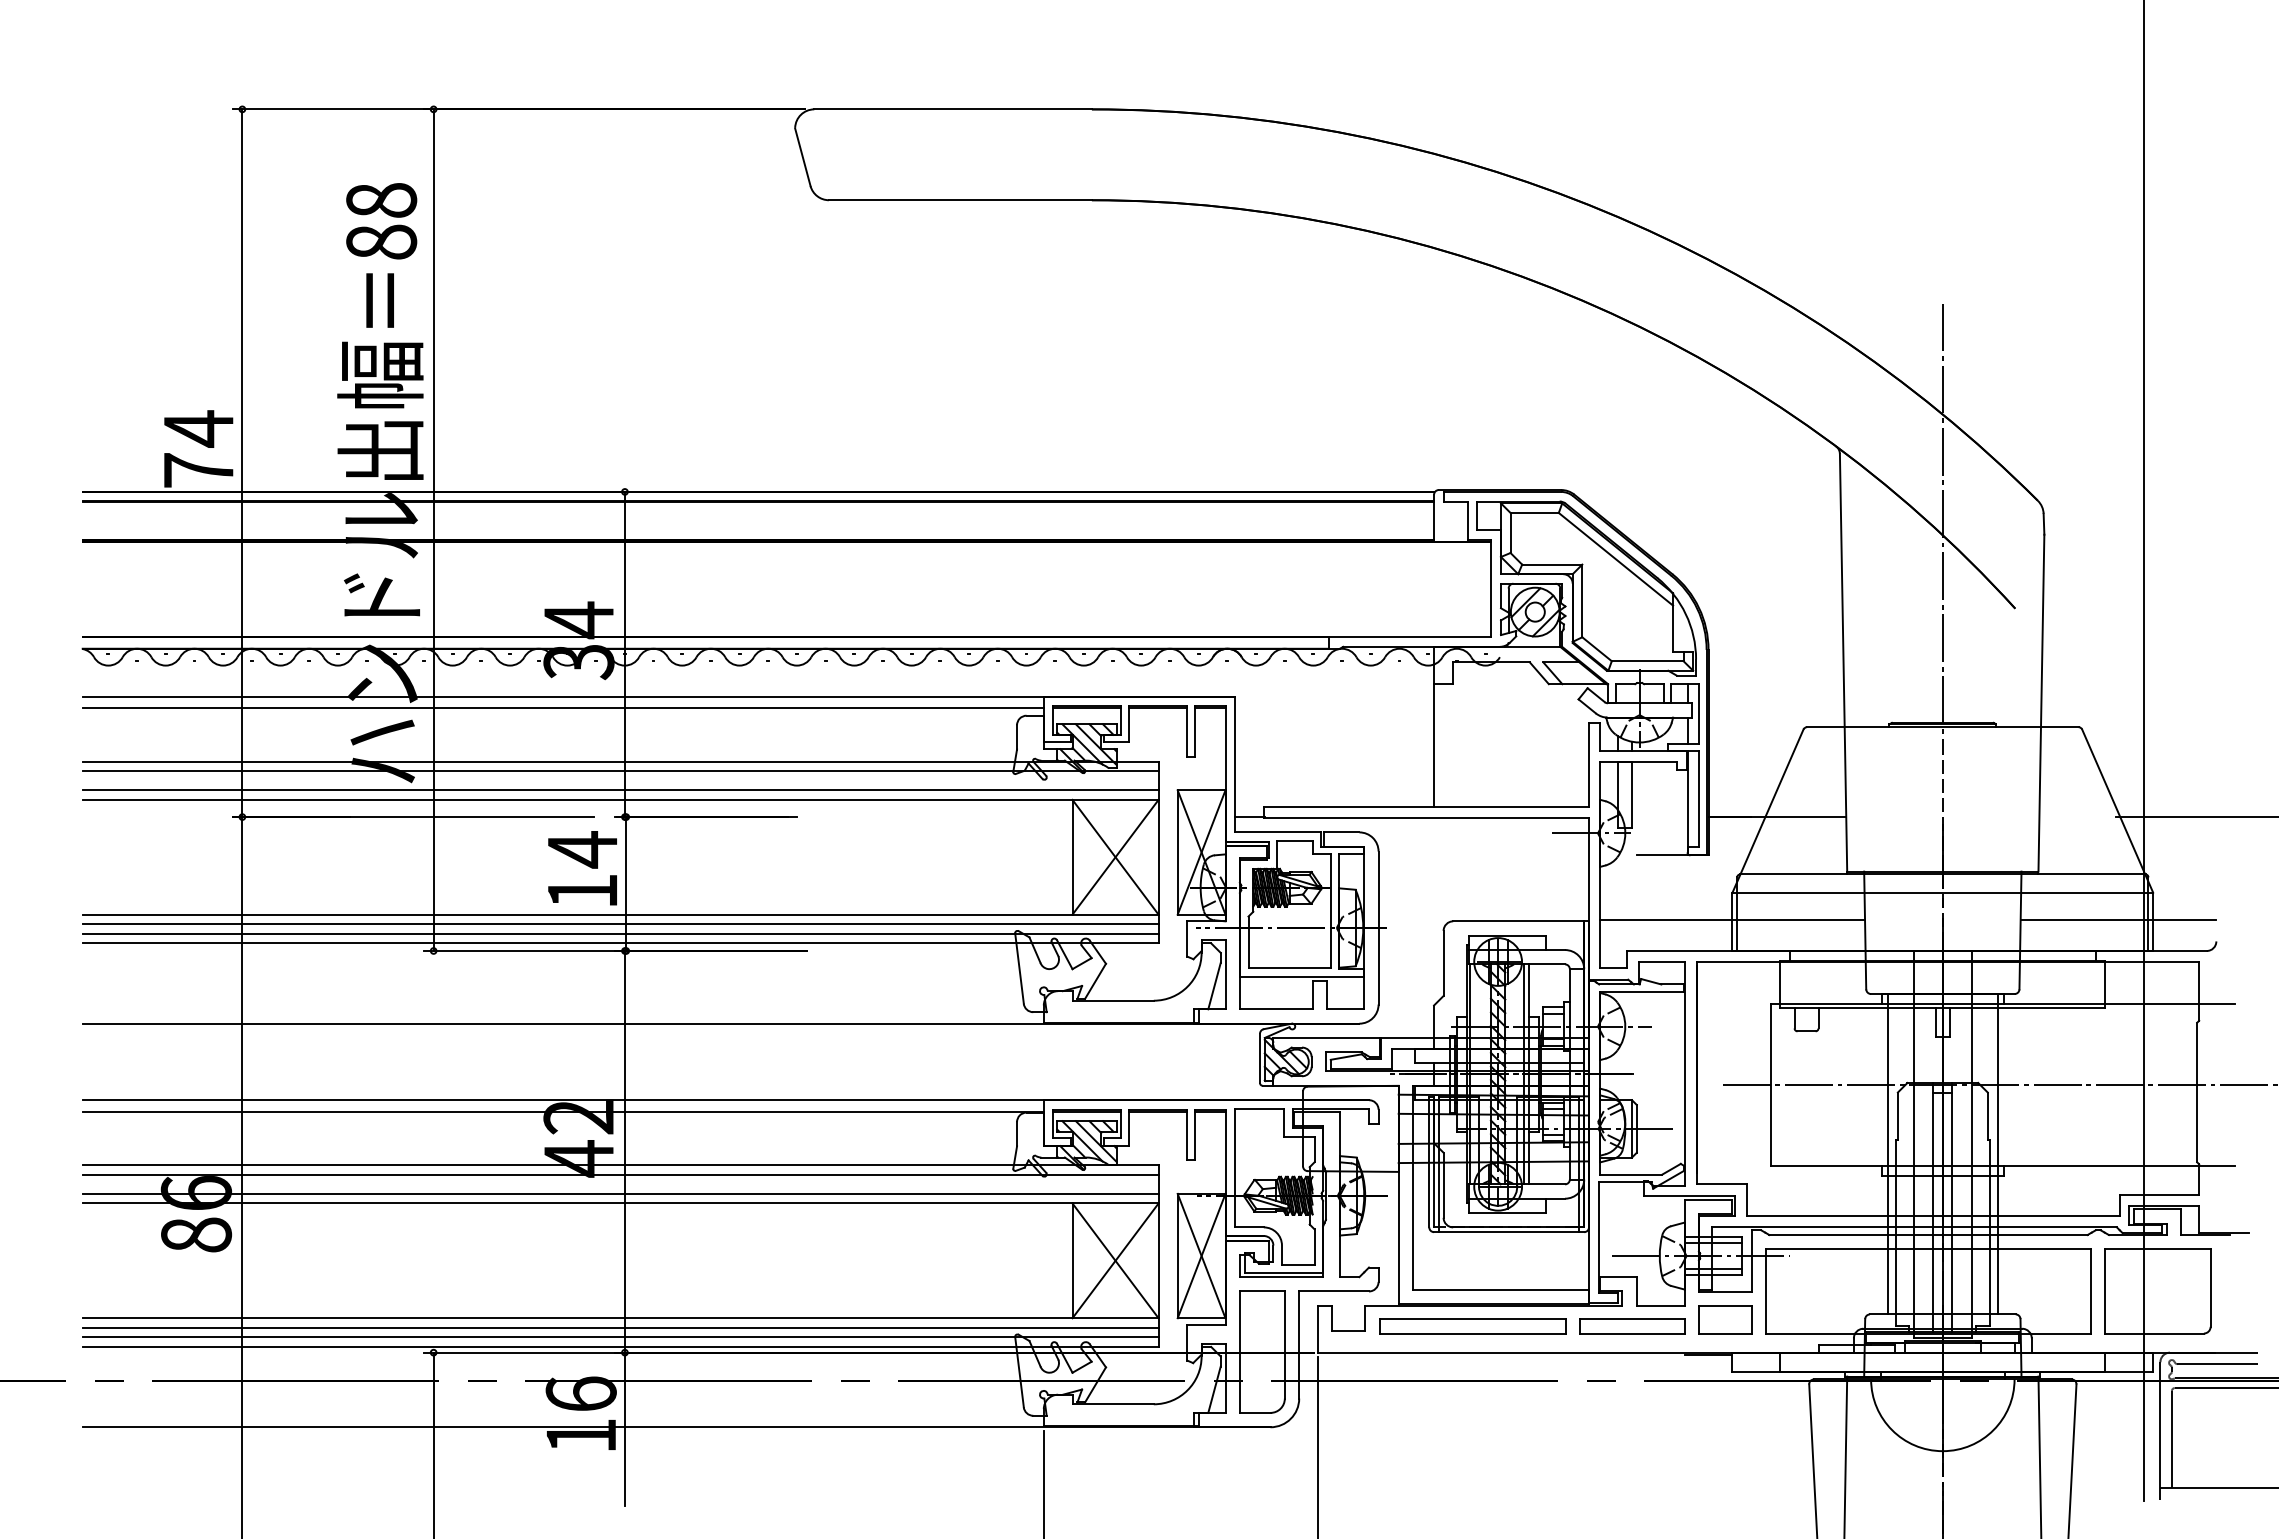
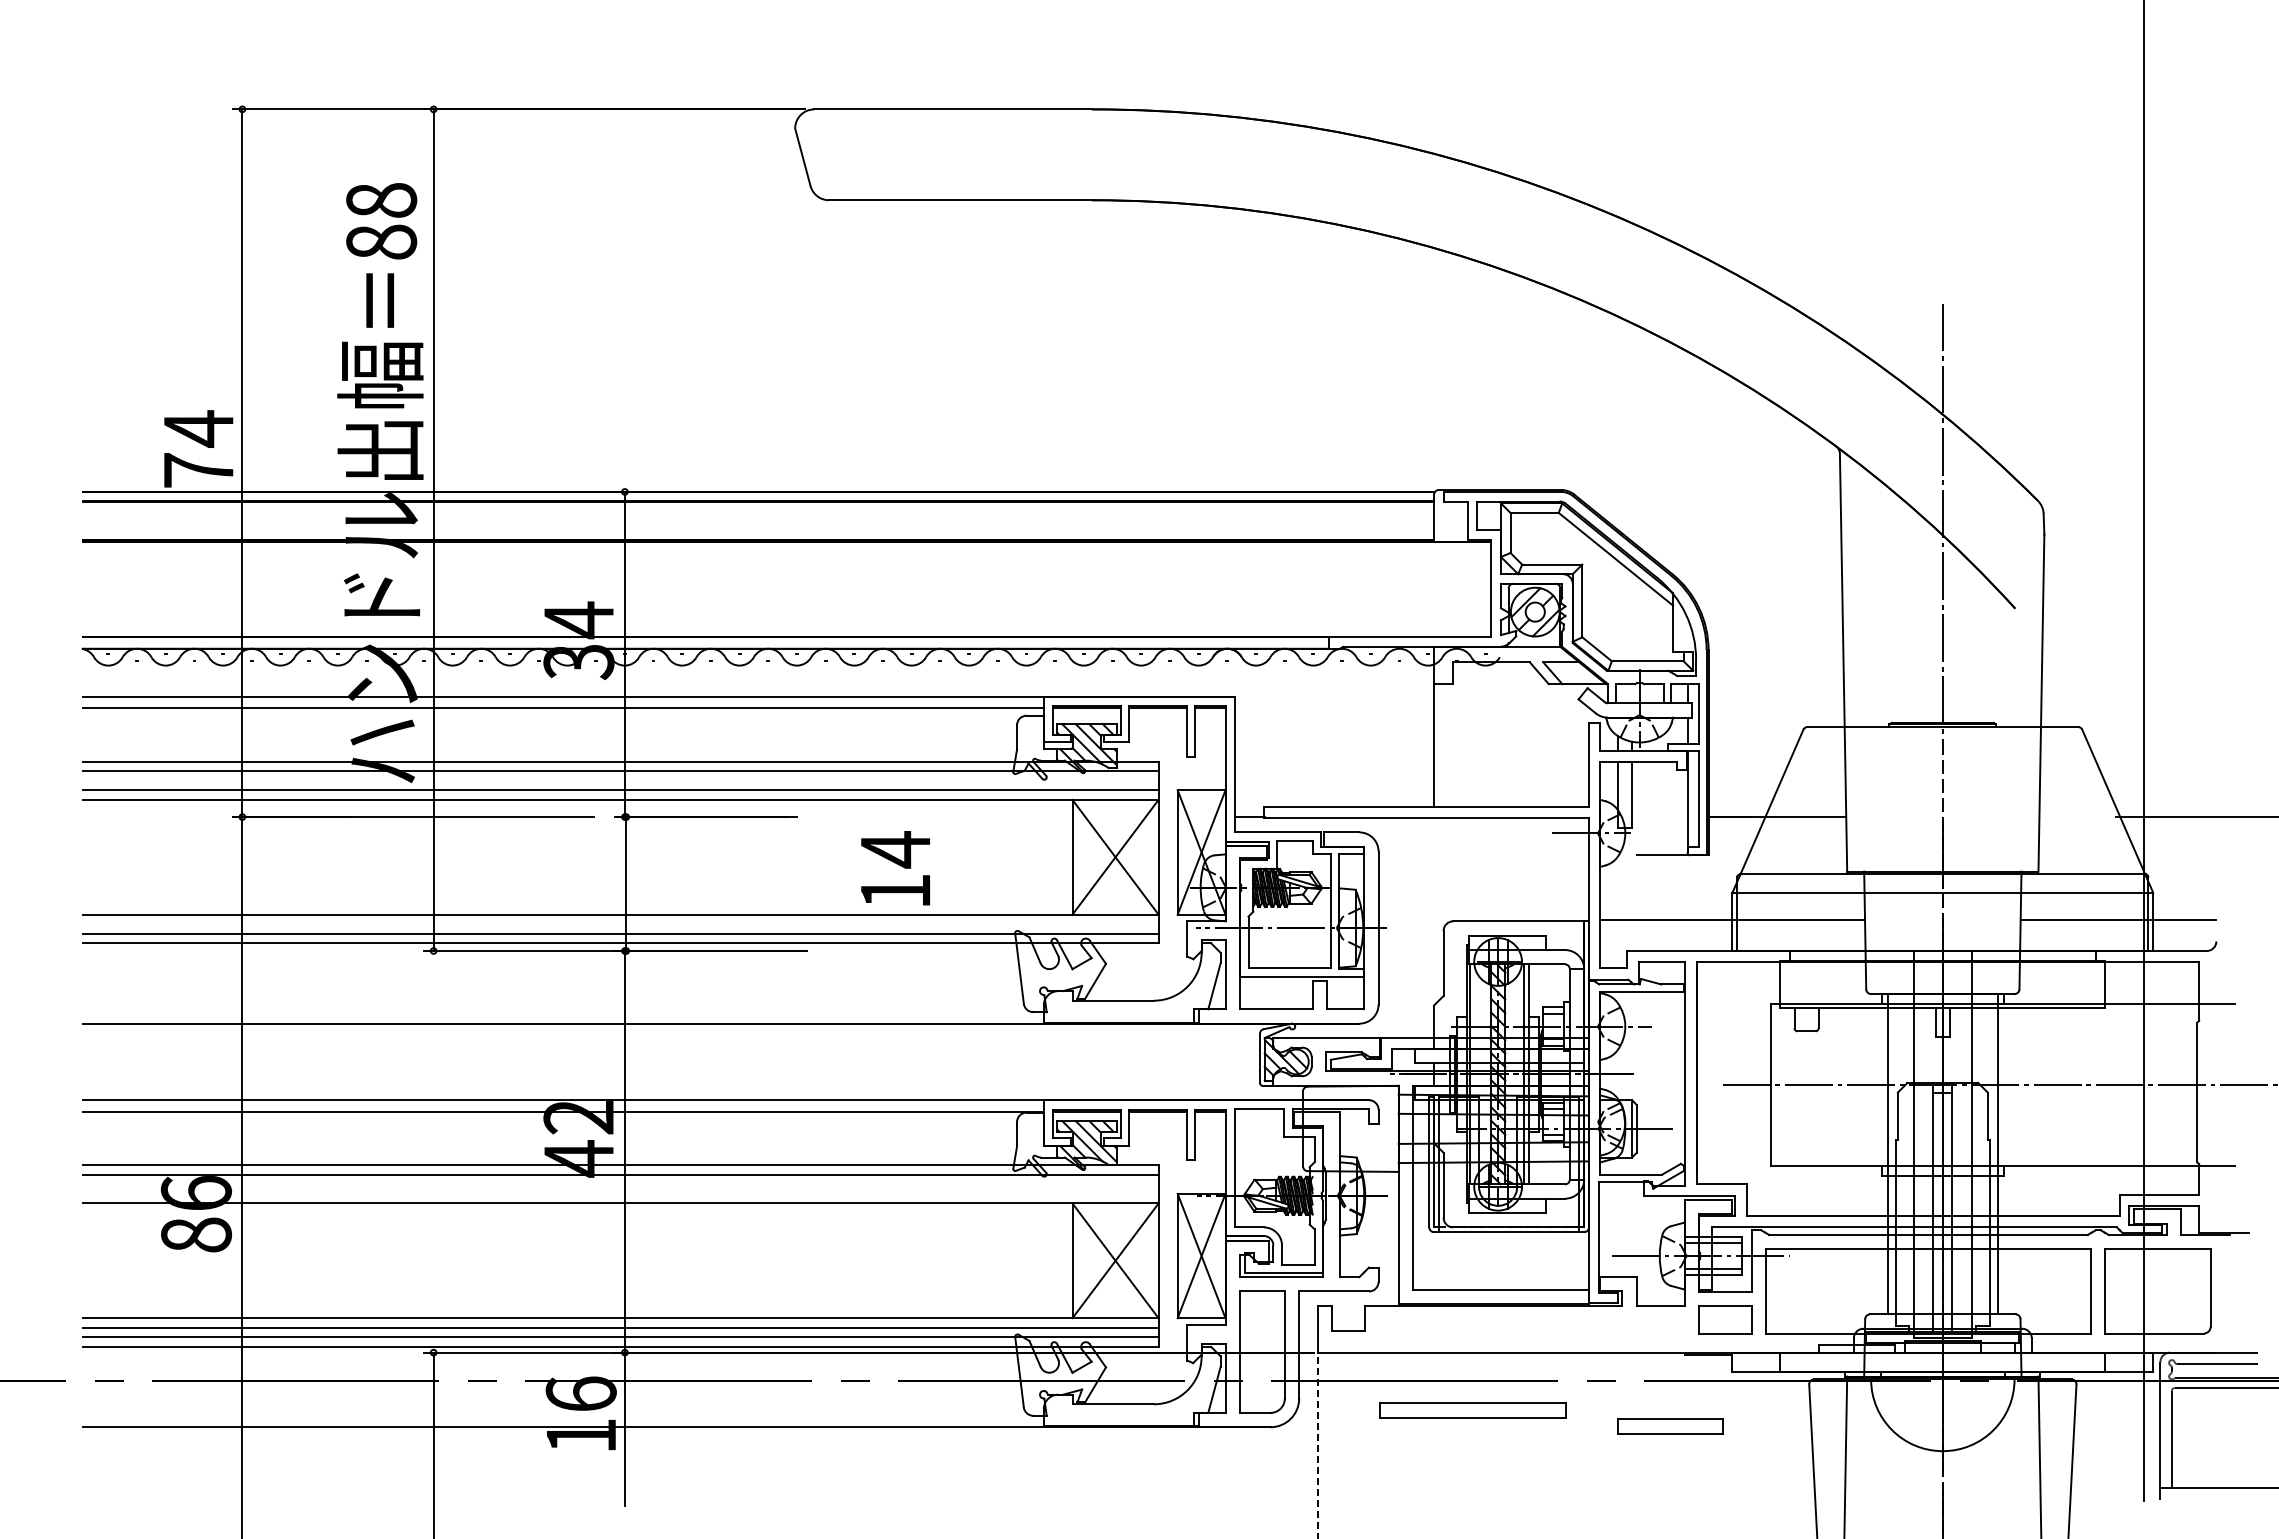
text at (582, 868) position: (582, 868) -> (895, 868)
line at (620, 924): present -> none
line at (620, 1193): present -> none
part at (1472, 1326) position: (1472, 1326) -> (1472, 1410)
part at (1632, 1326) position: (1632, 1326) -> (1670, 1426)
line at (1318, 1448): solid -> dashed
line at (1043, 1483): present -> none
